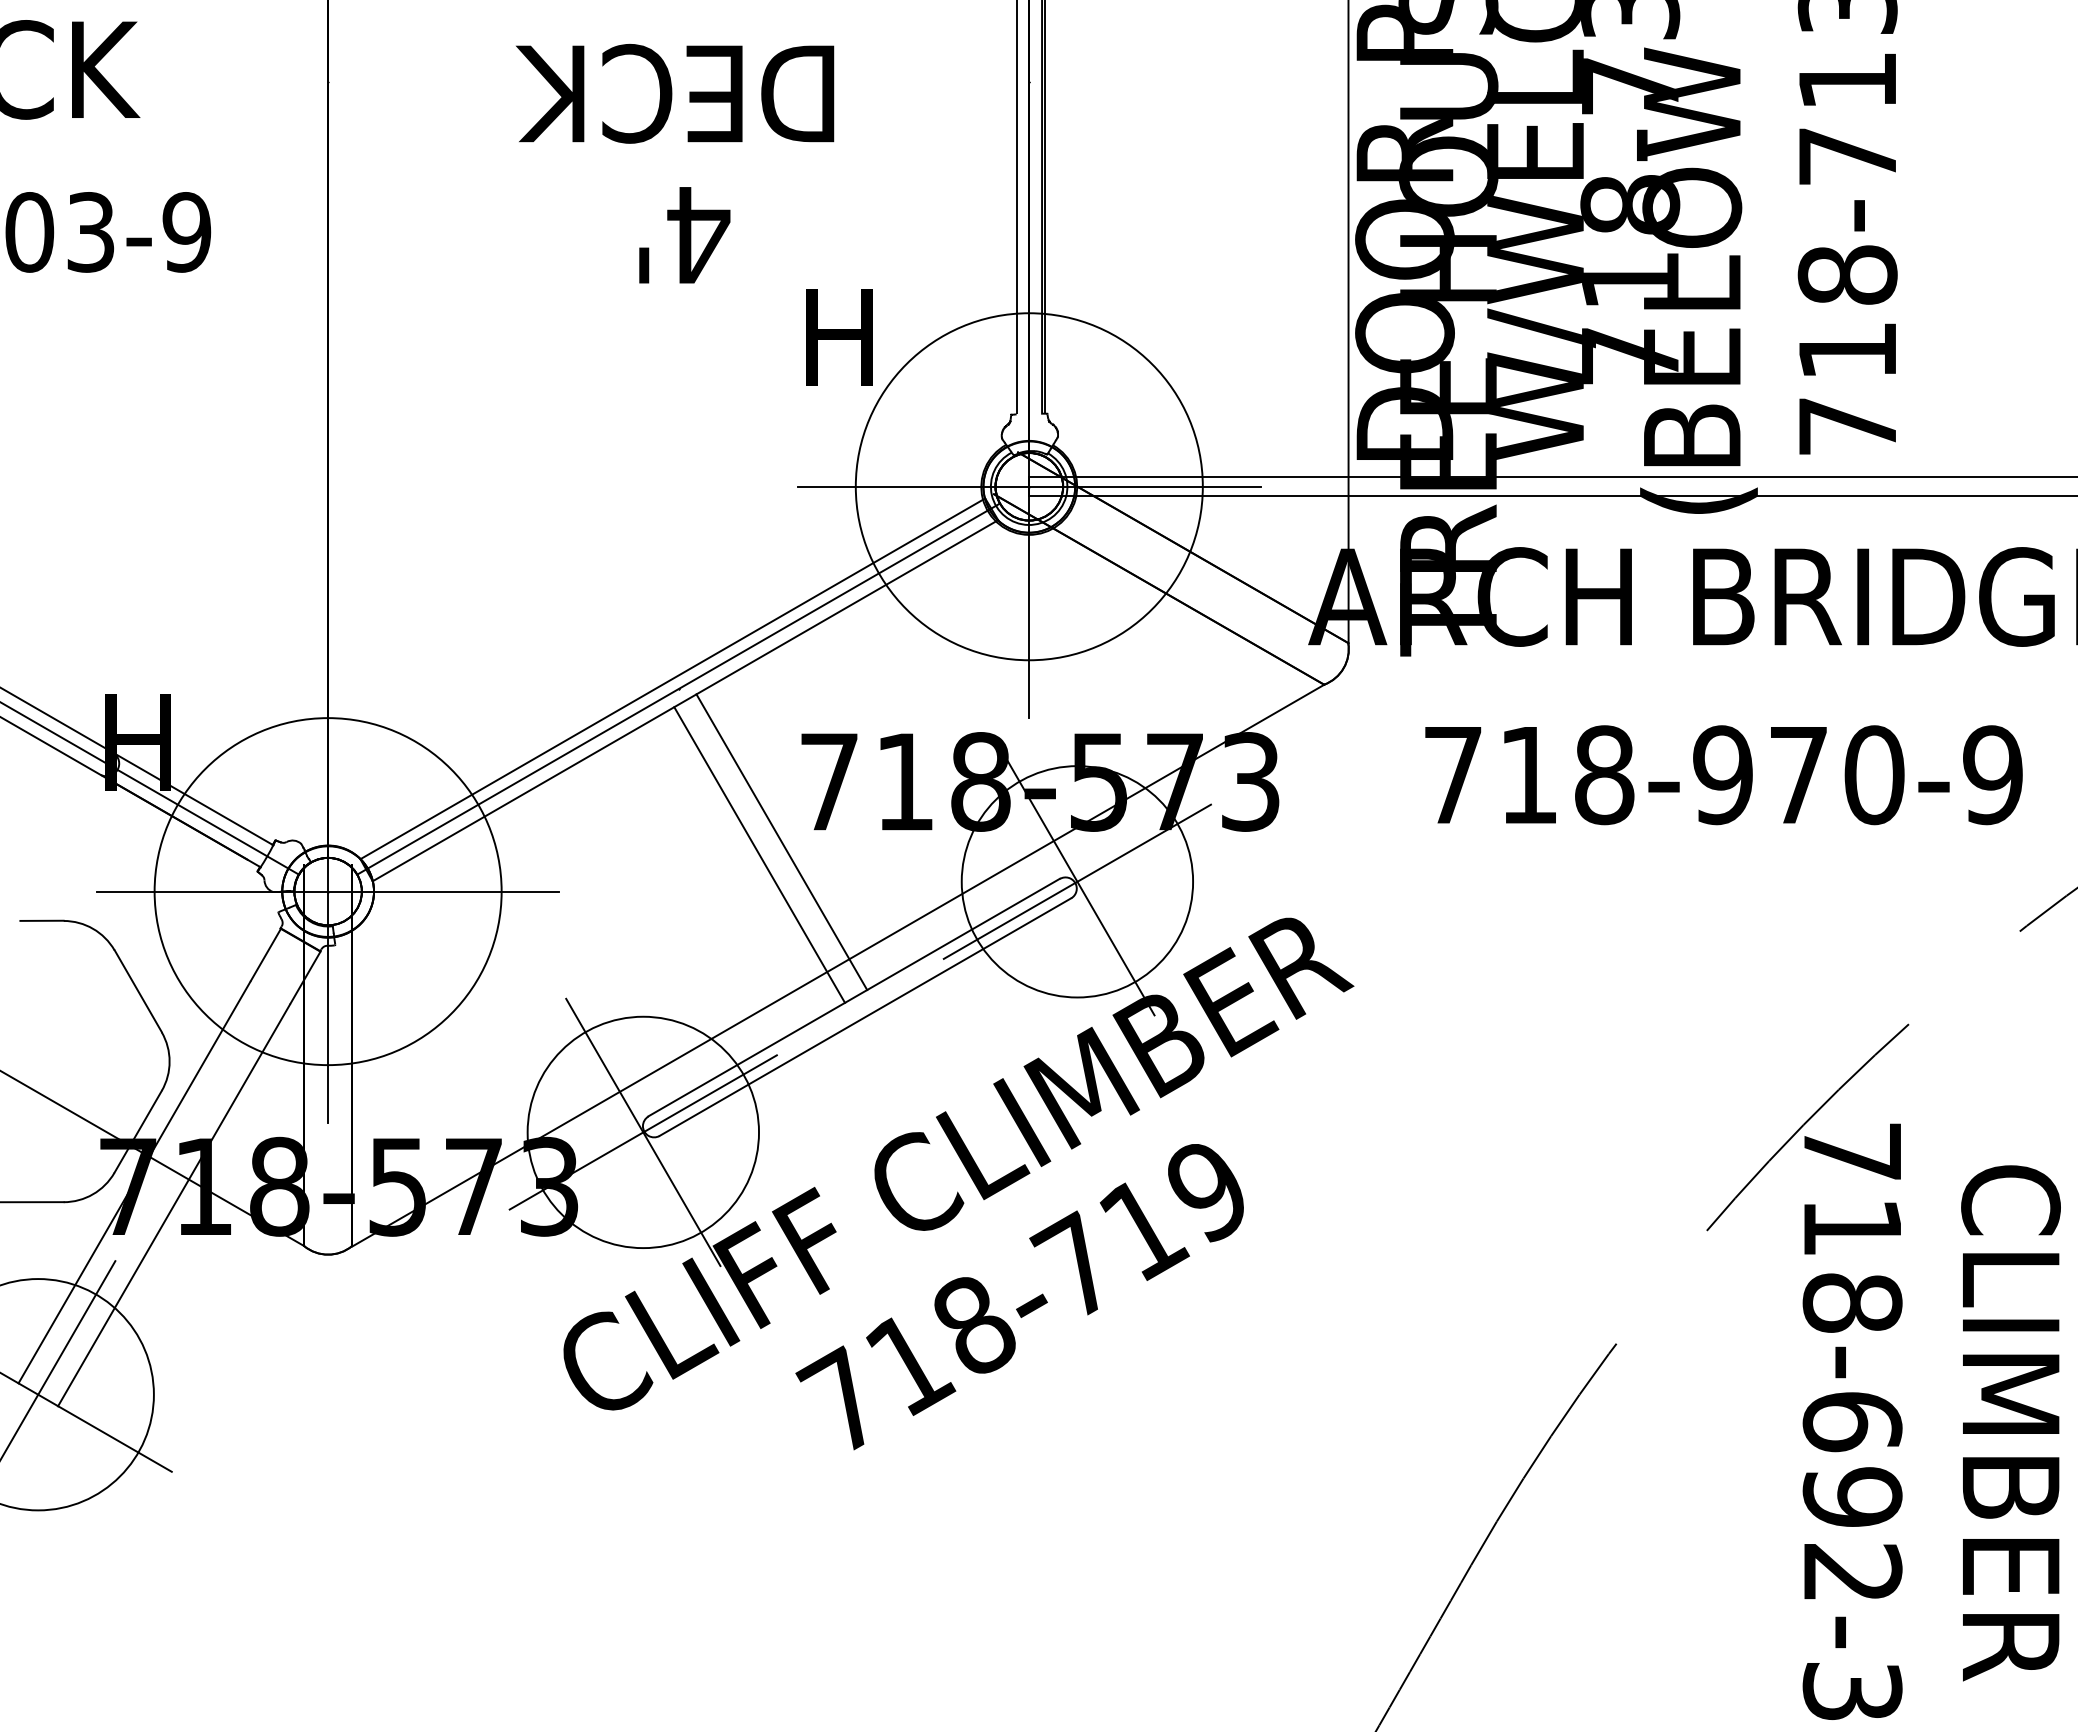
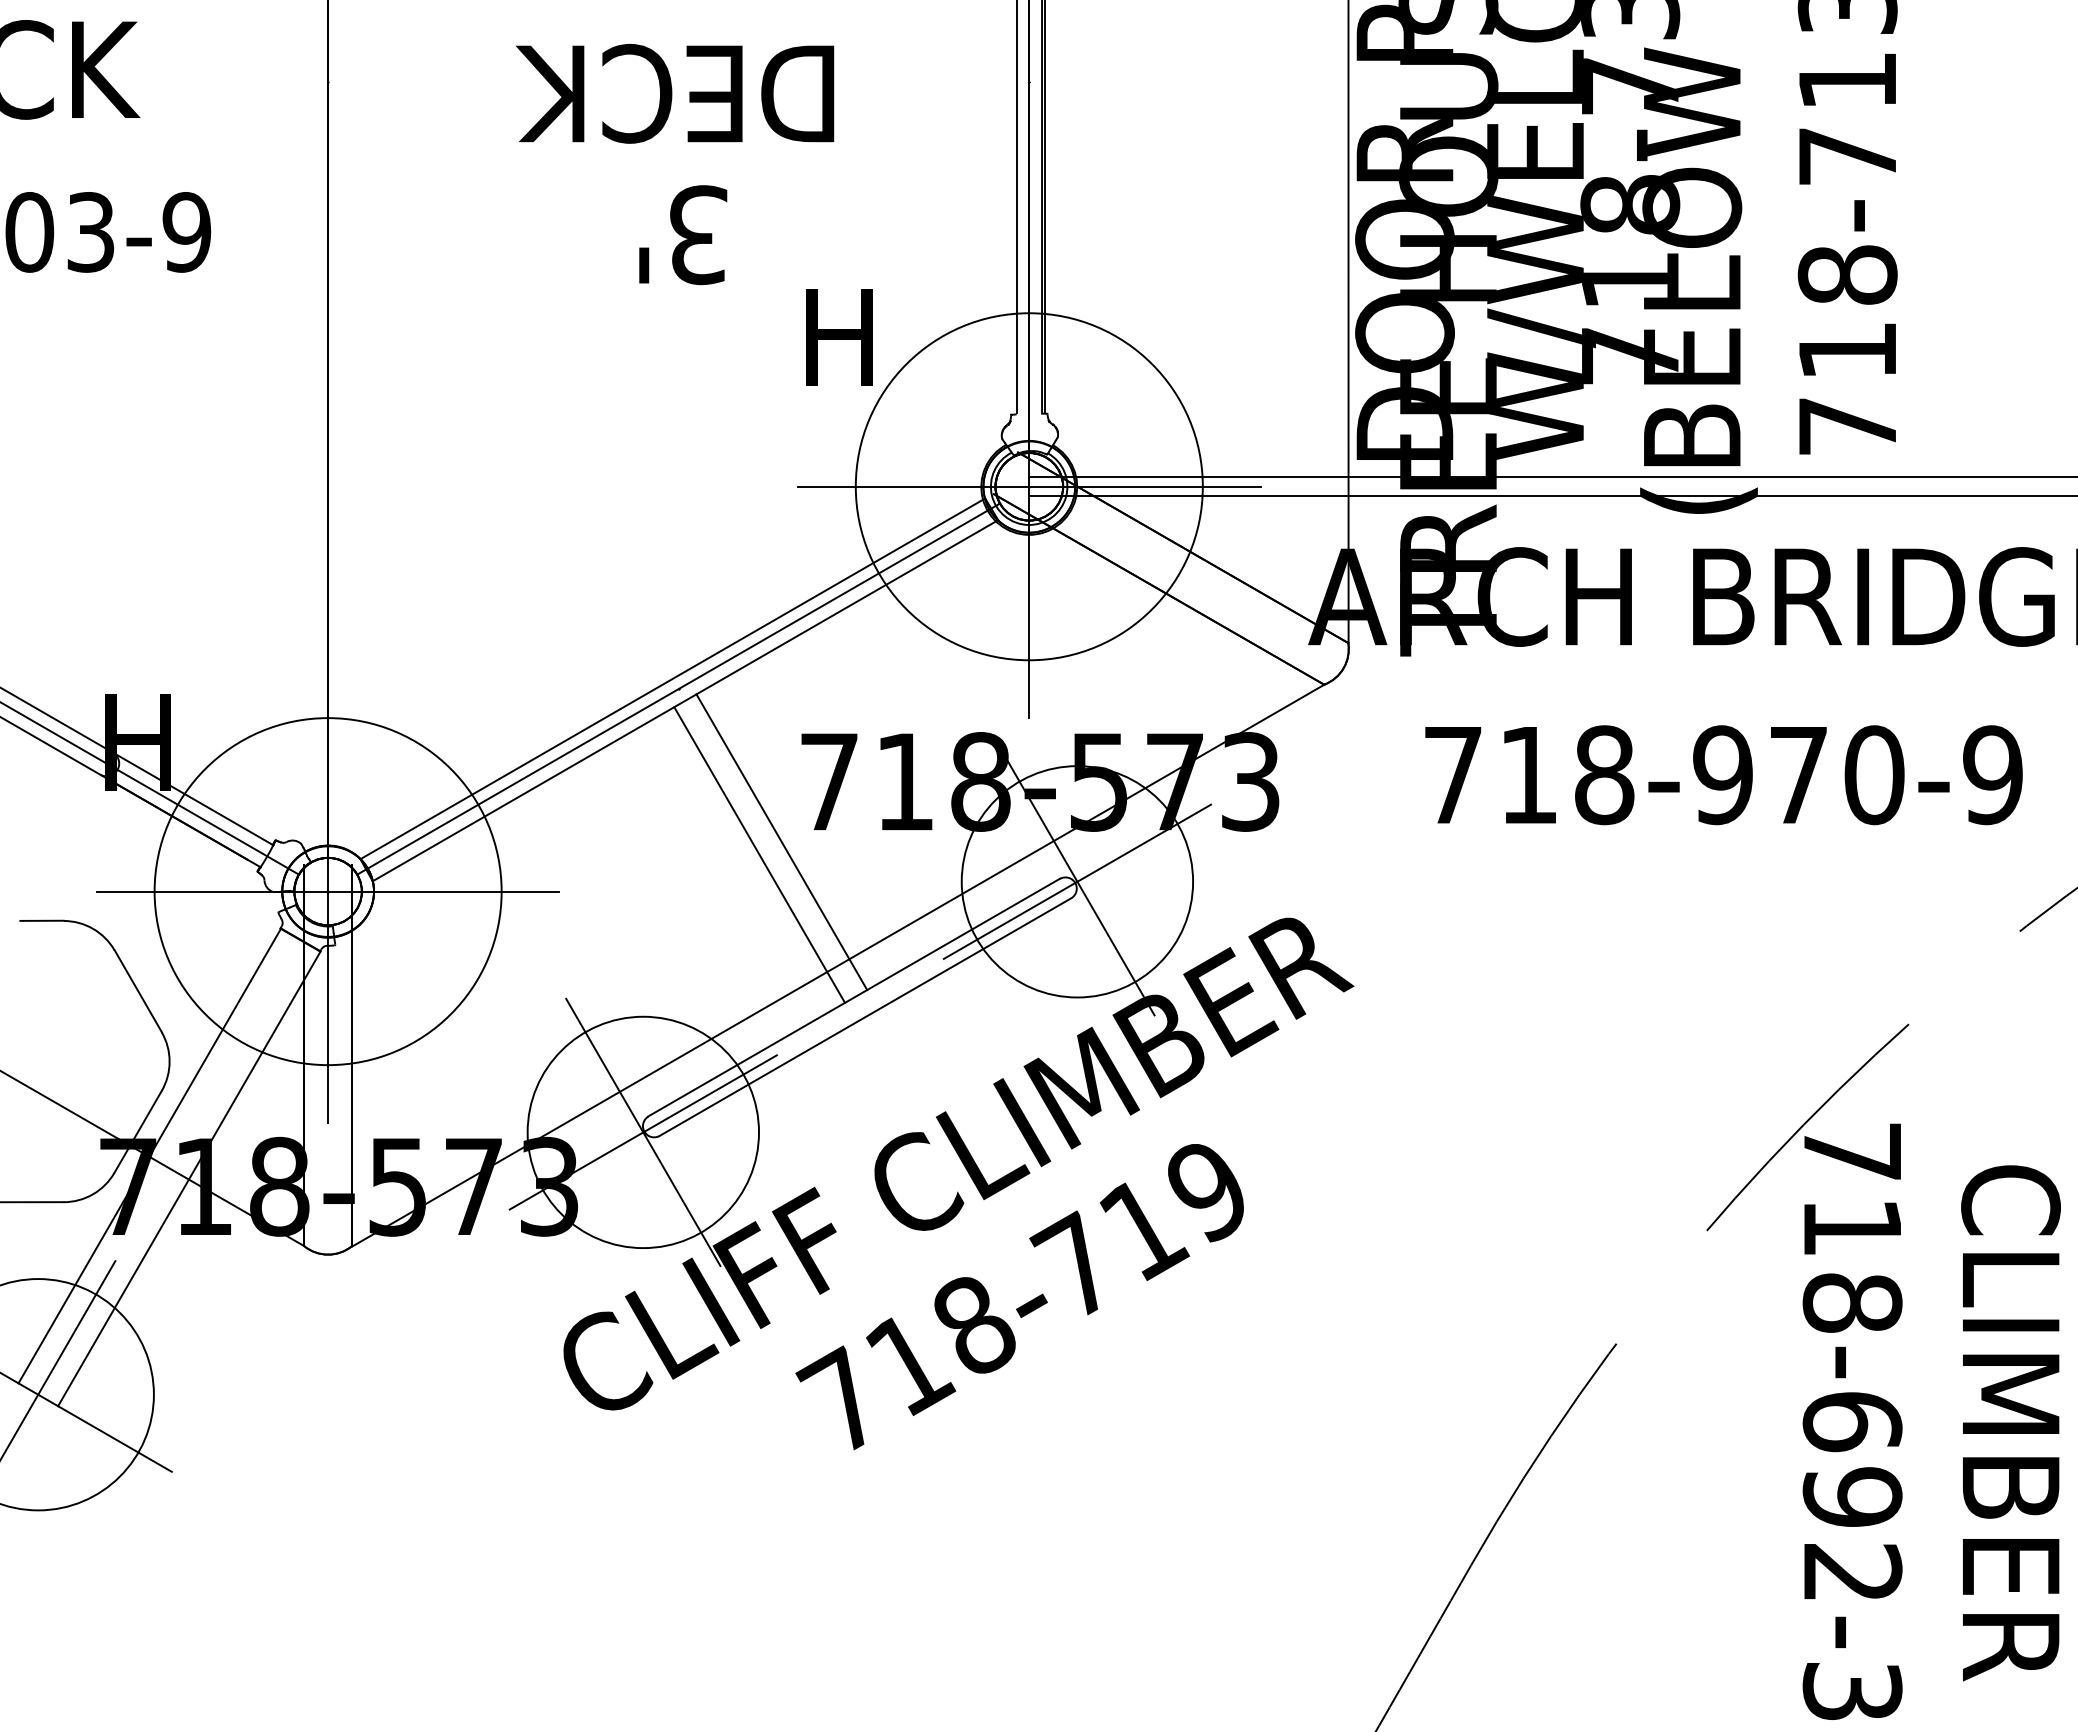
text at (698, 235): 4' -> 3'
